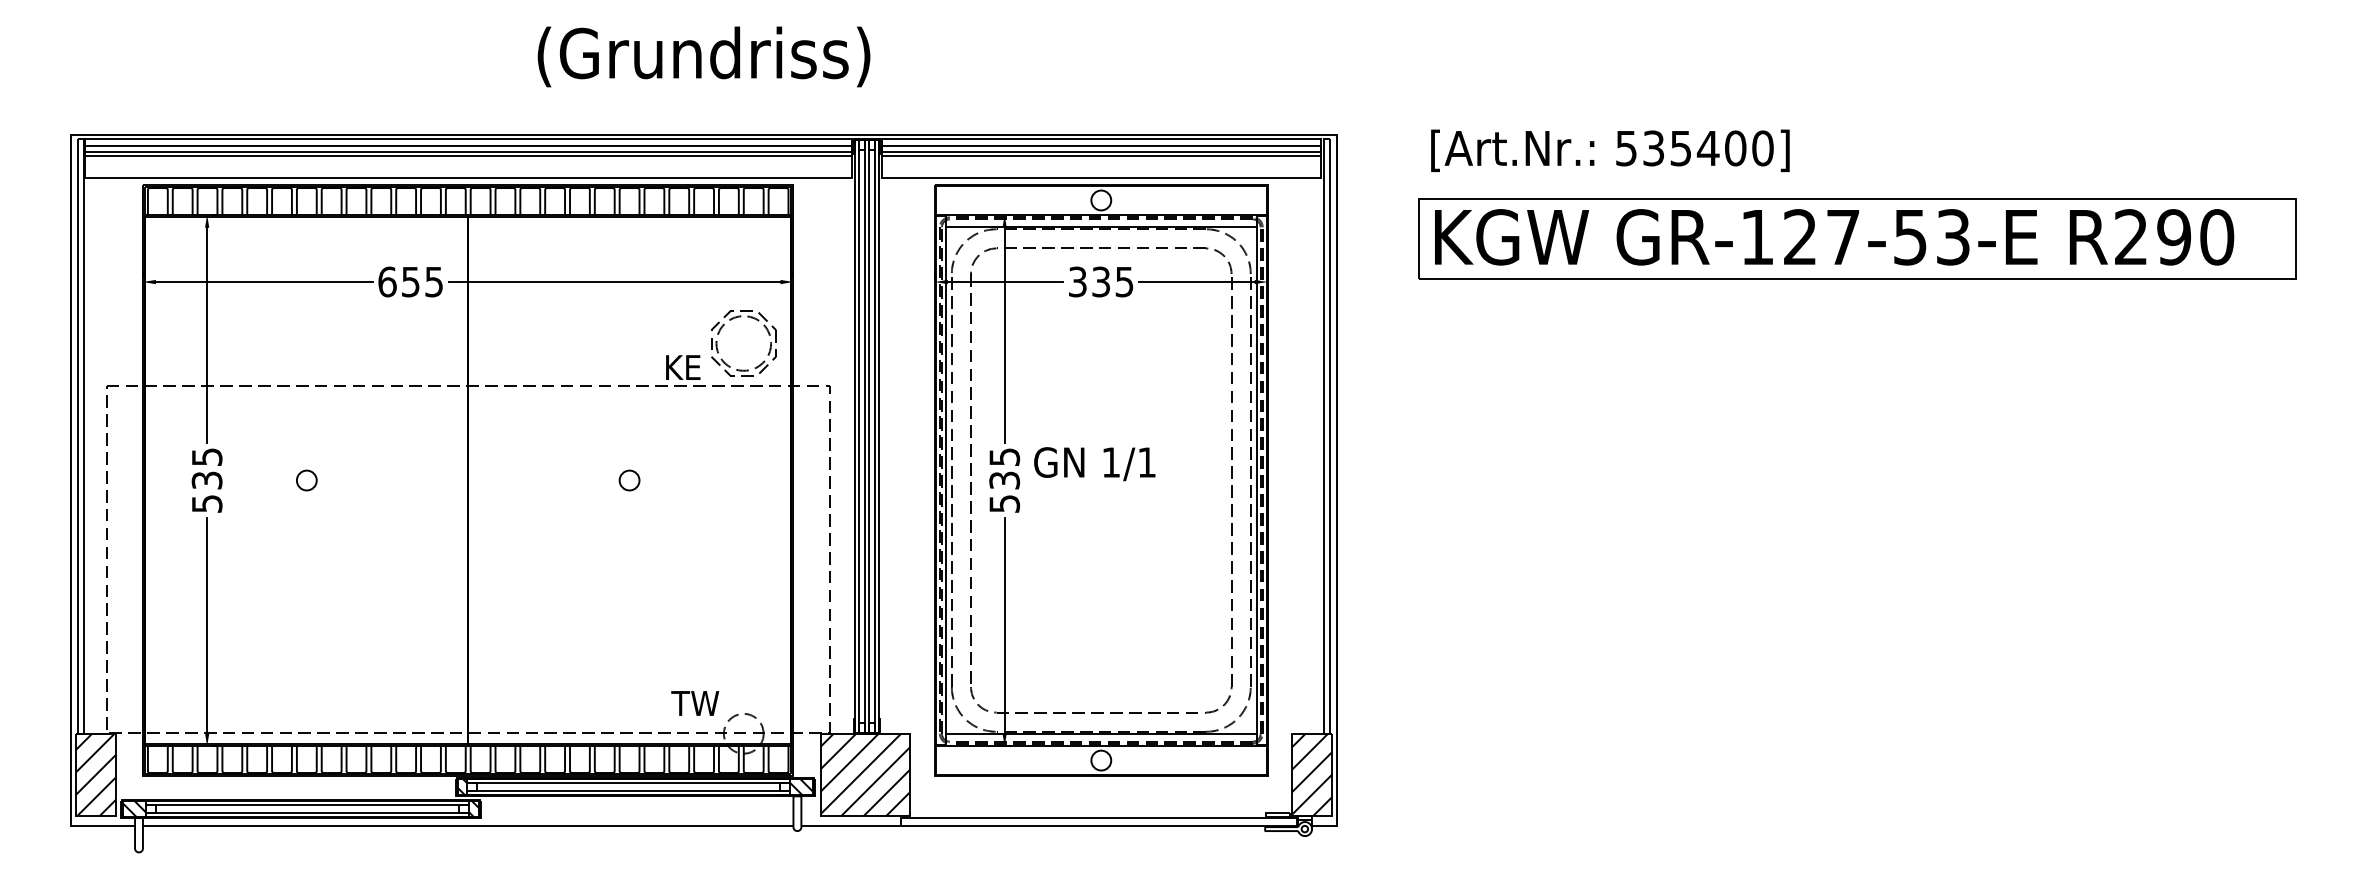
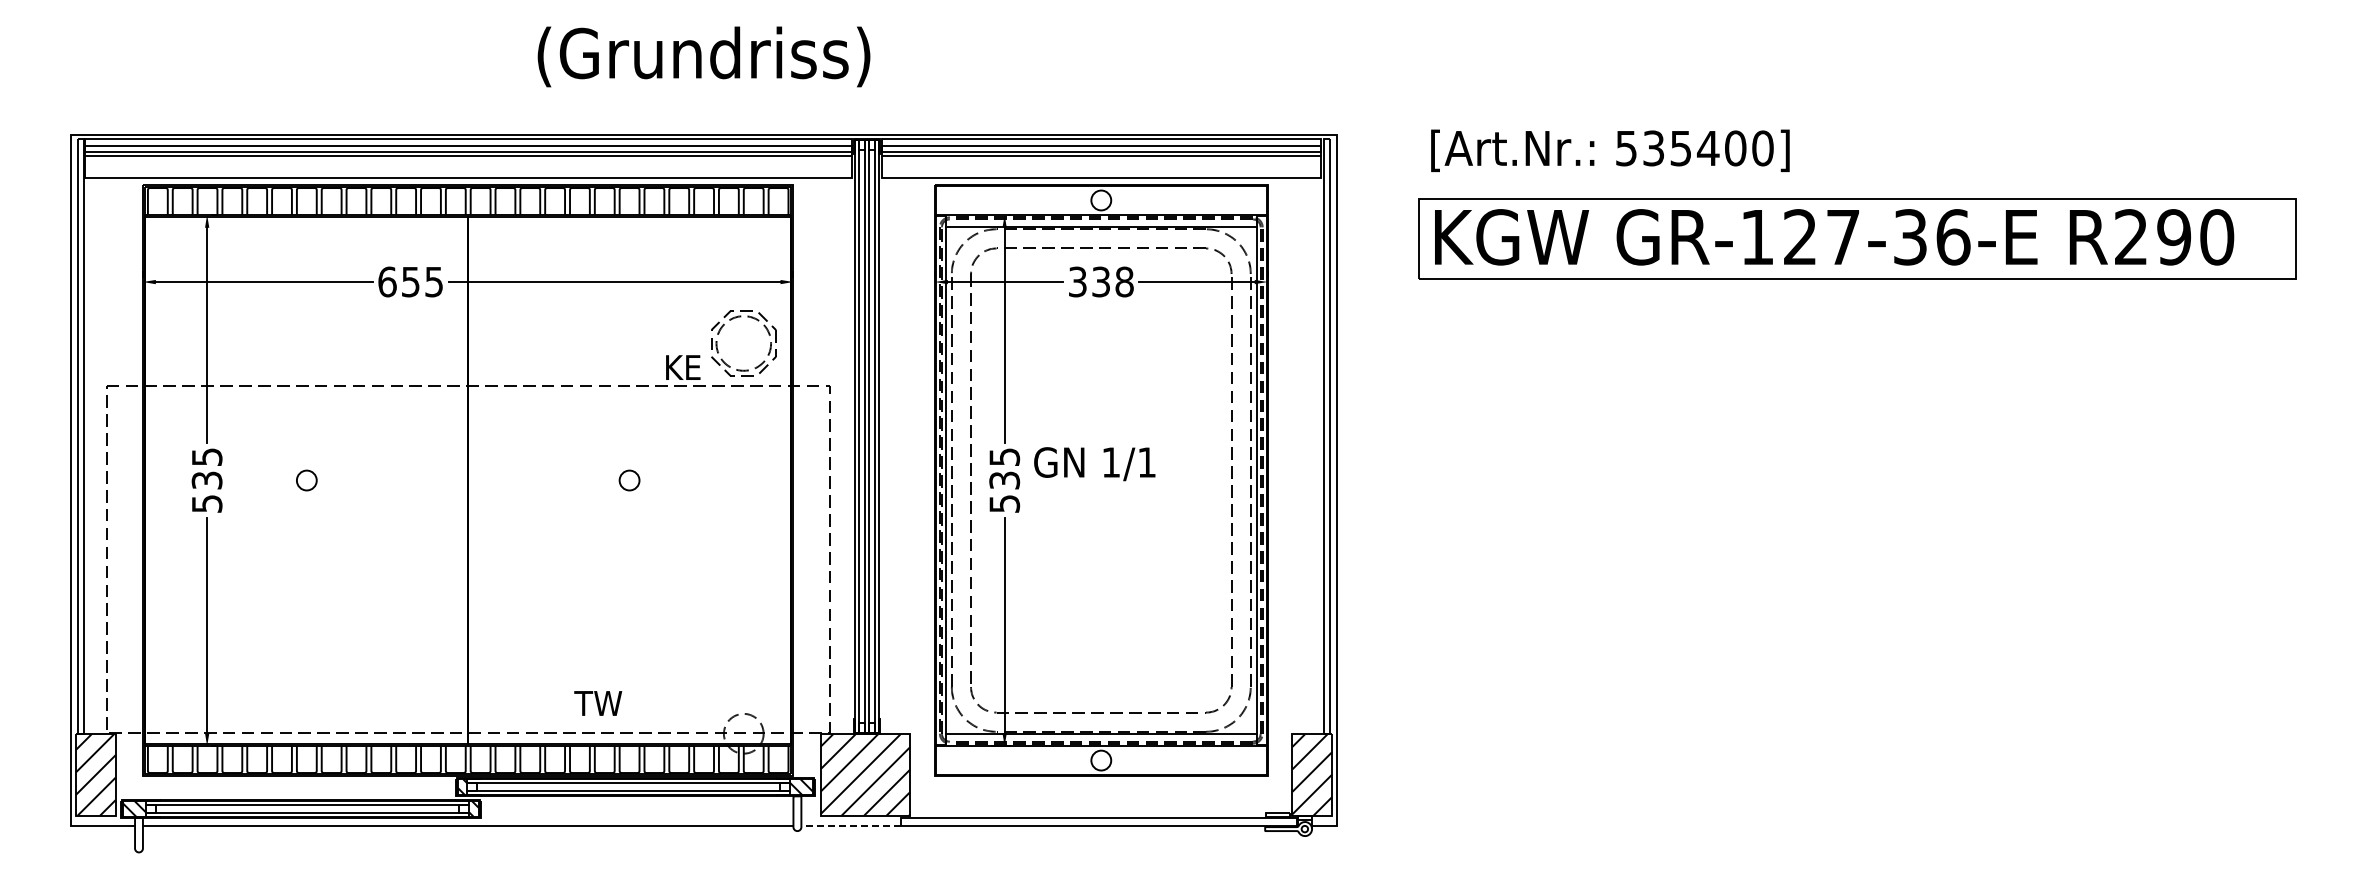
text at (1932, 237): GR-127-53-E -> GR-127-36-E
text at (1124, 281): 335 -> 338
text at (695, 703) position: (695, 703) -> (598, 703)
line at (851, 825): solid -> dashed
